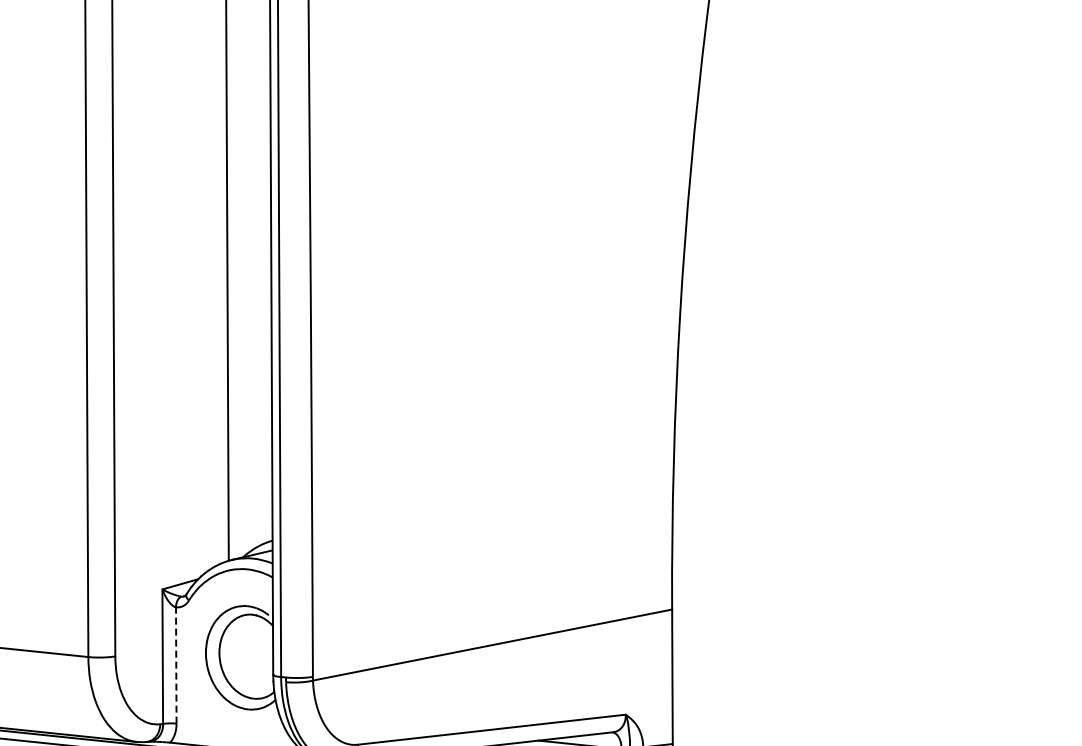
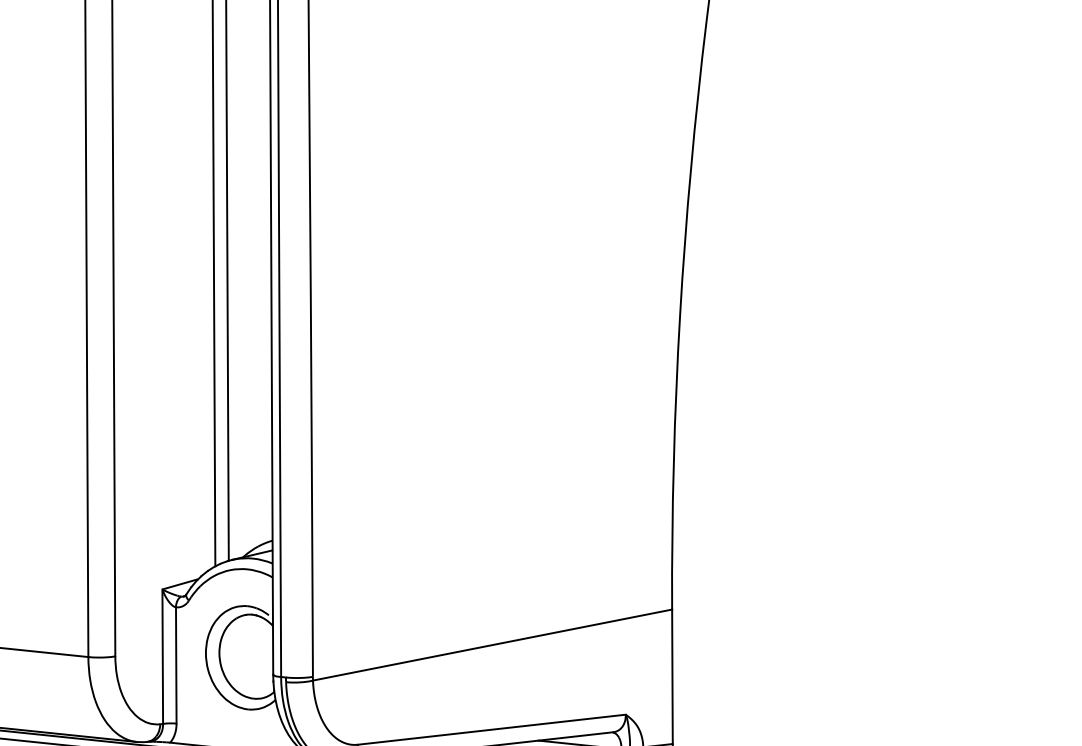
line at (213, 284): none -> present
line at (176, 664): dashed -> solid
